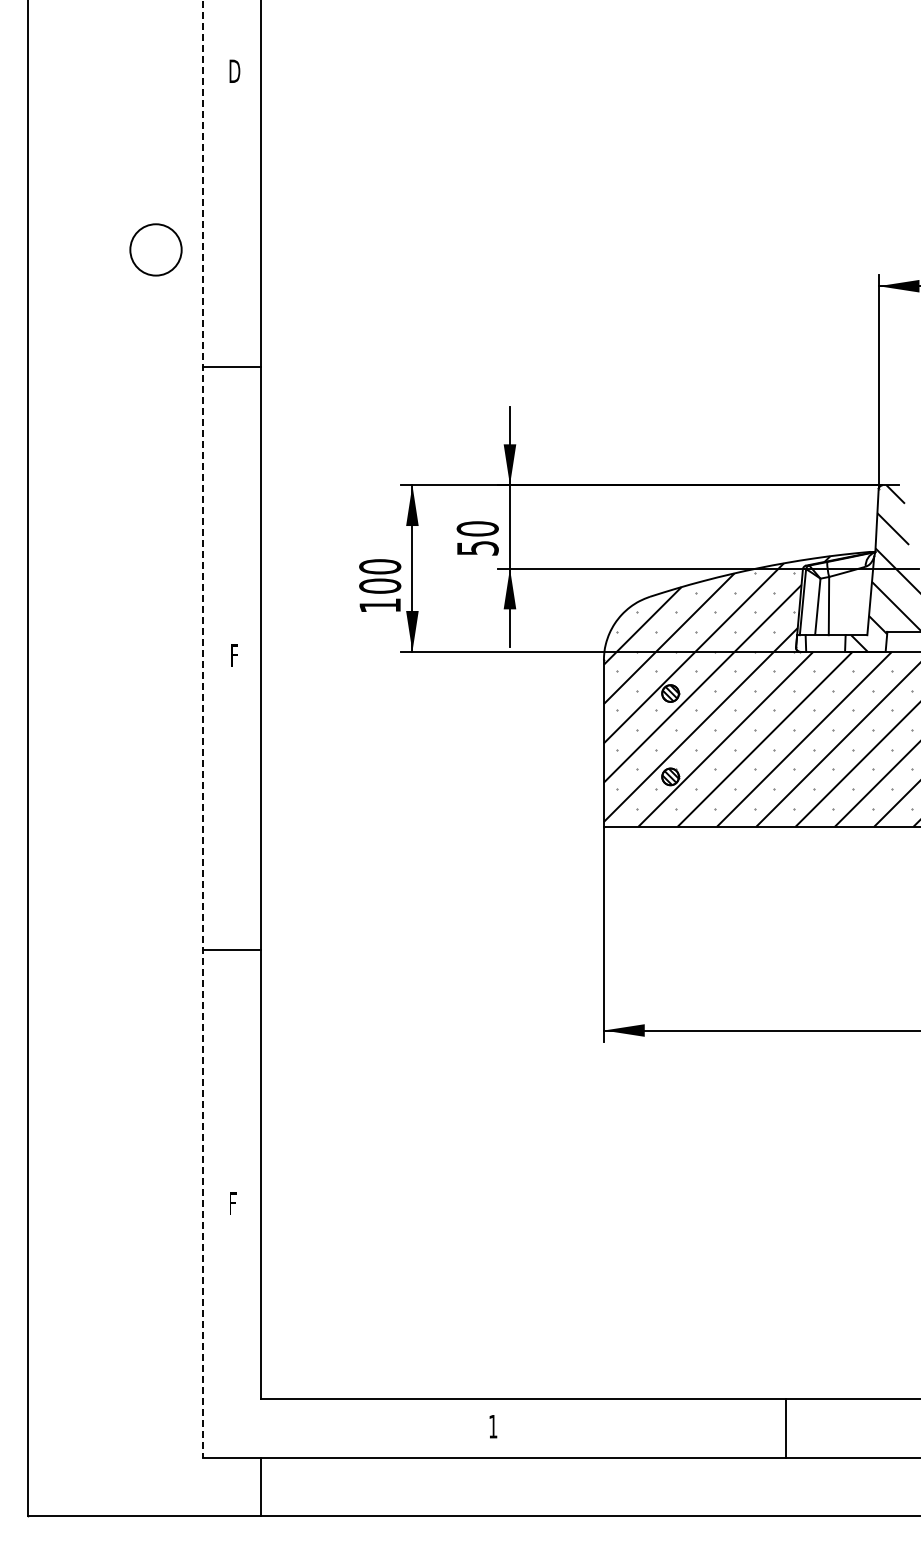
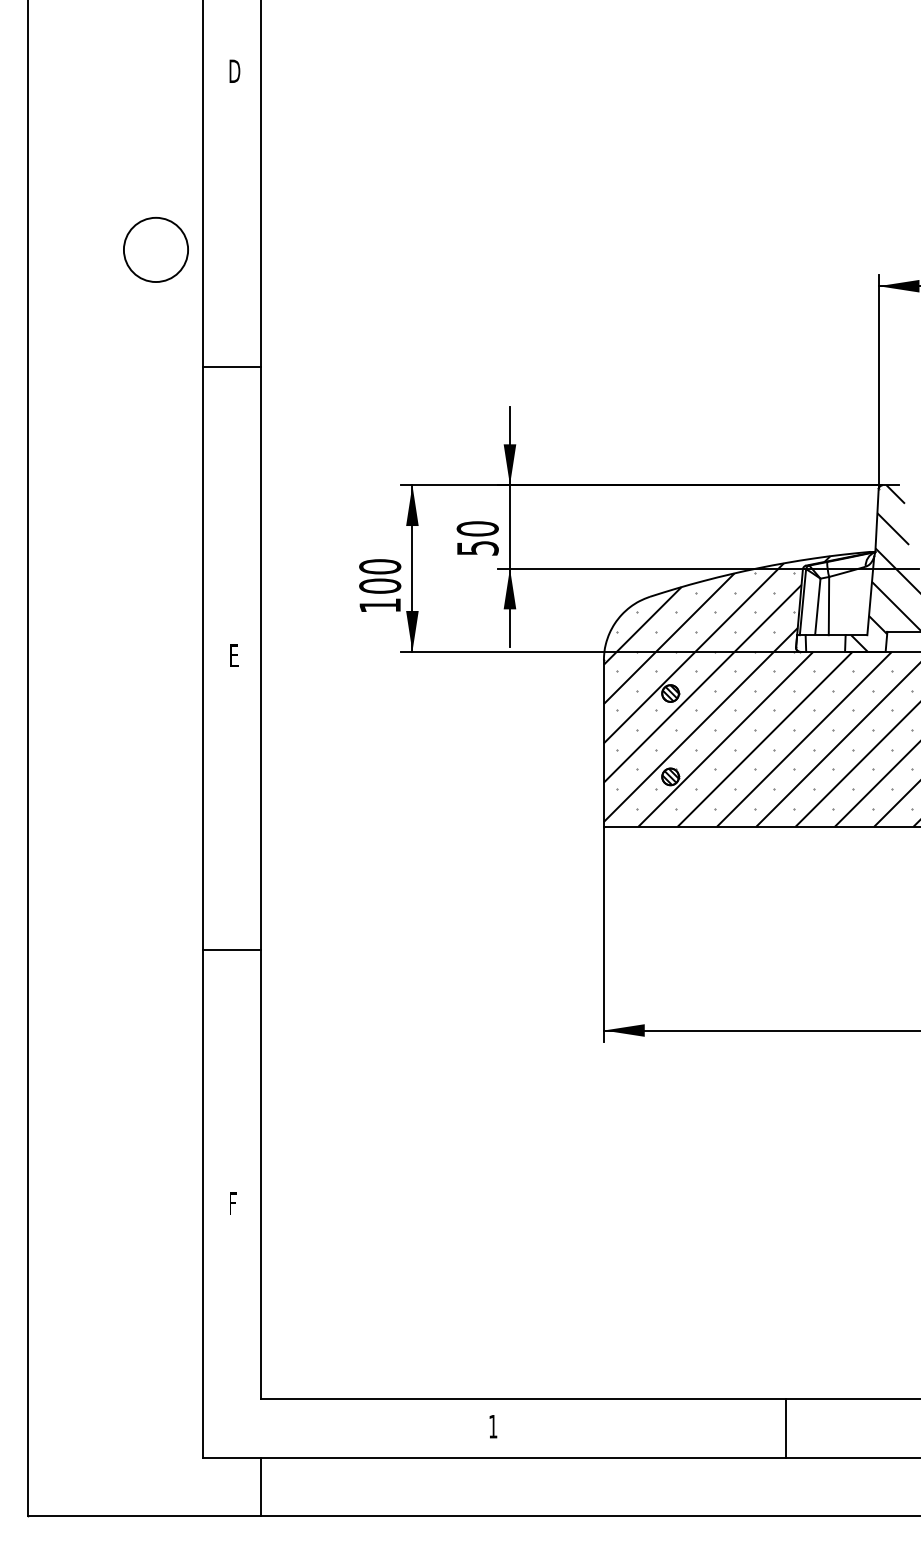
circle at (155, 249) size: 54x54 px -> 66x66 px
text at (234, 655): F -> E
line at (202, 728): dashed -> solid
